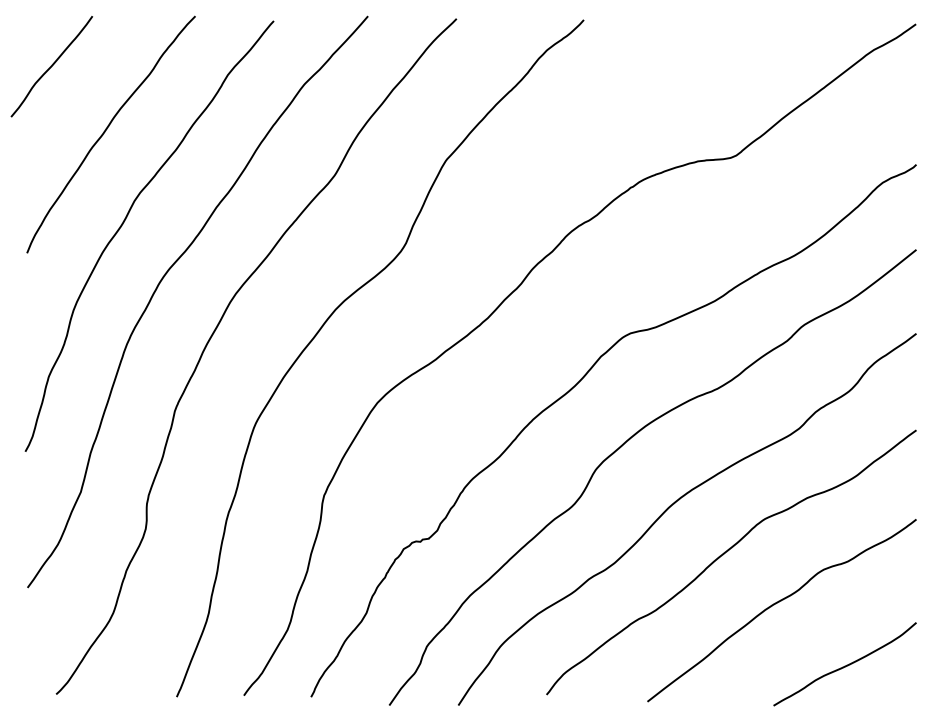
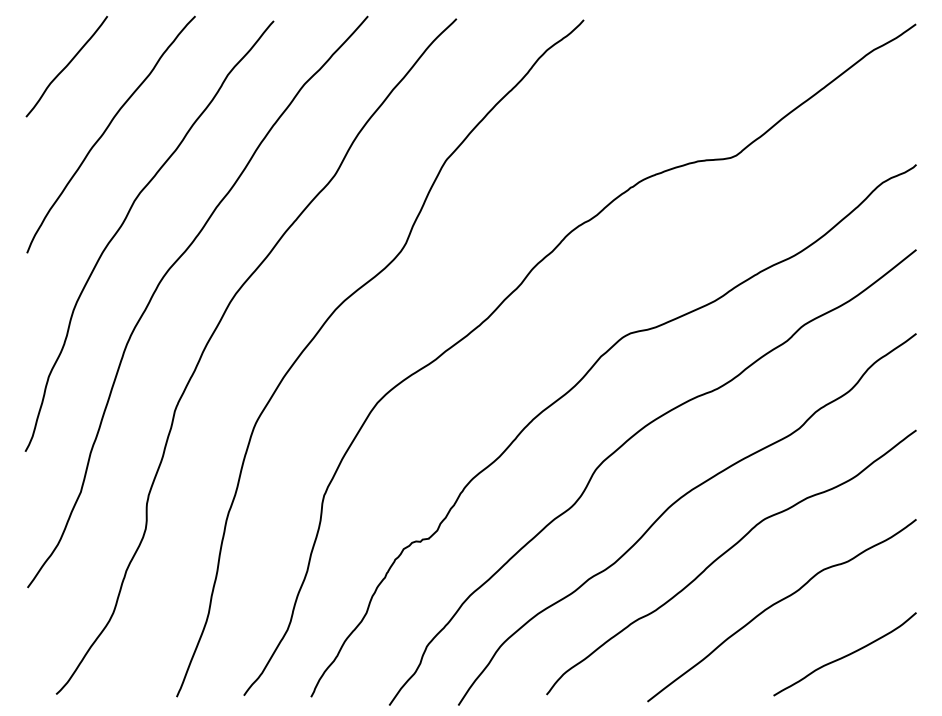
curve at (51, 66) position: (51, 66) -> (66, 66)
curve at (844, 665) position: (844, 665) -> (844, 655)
